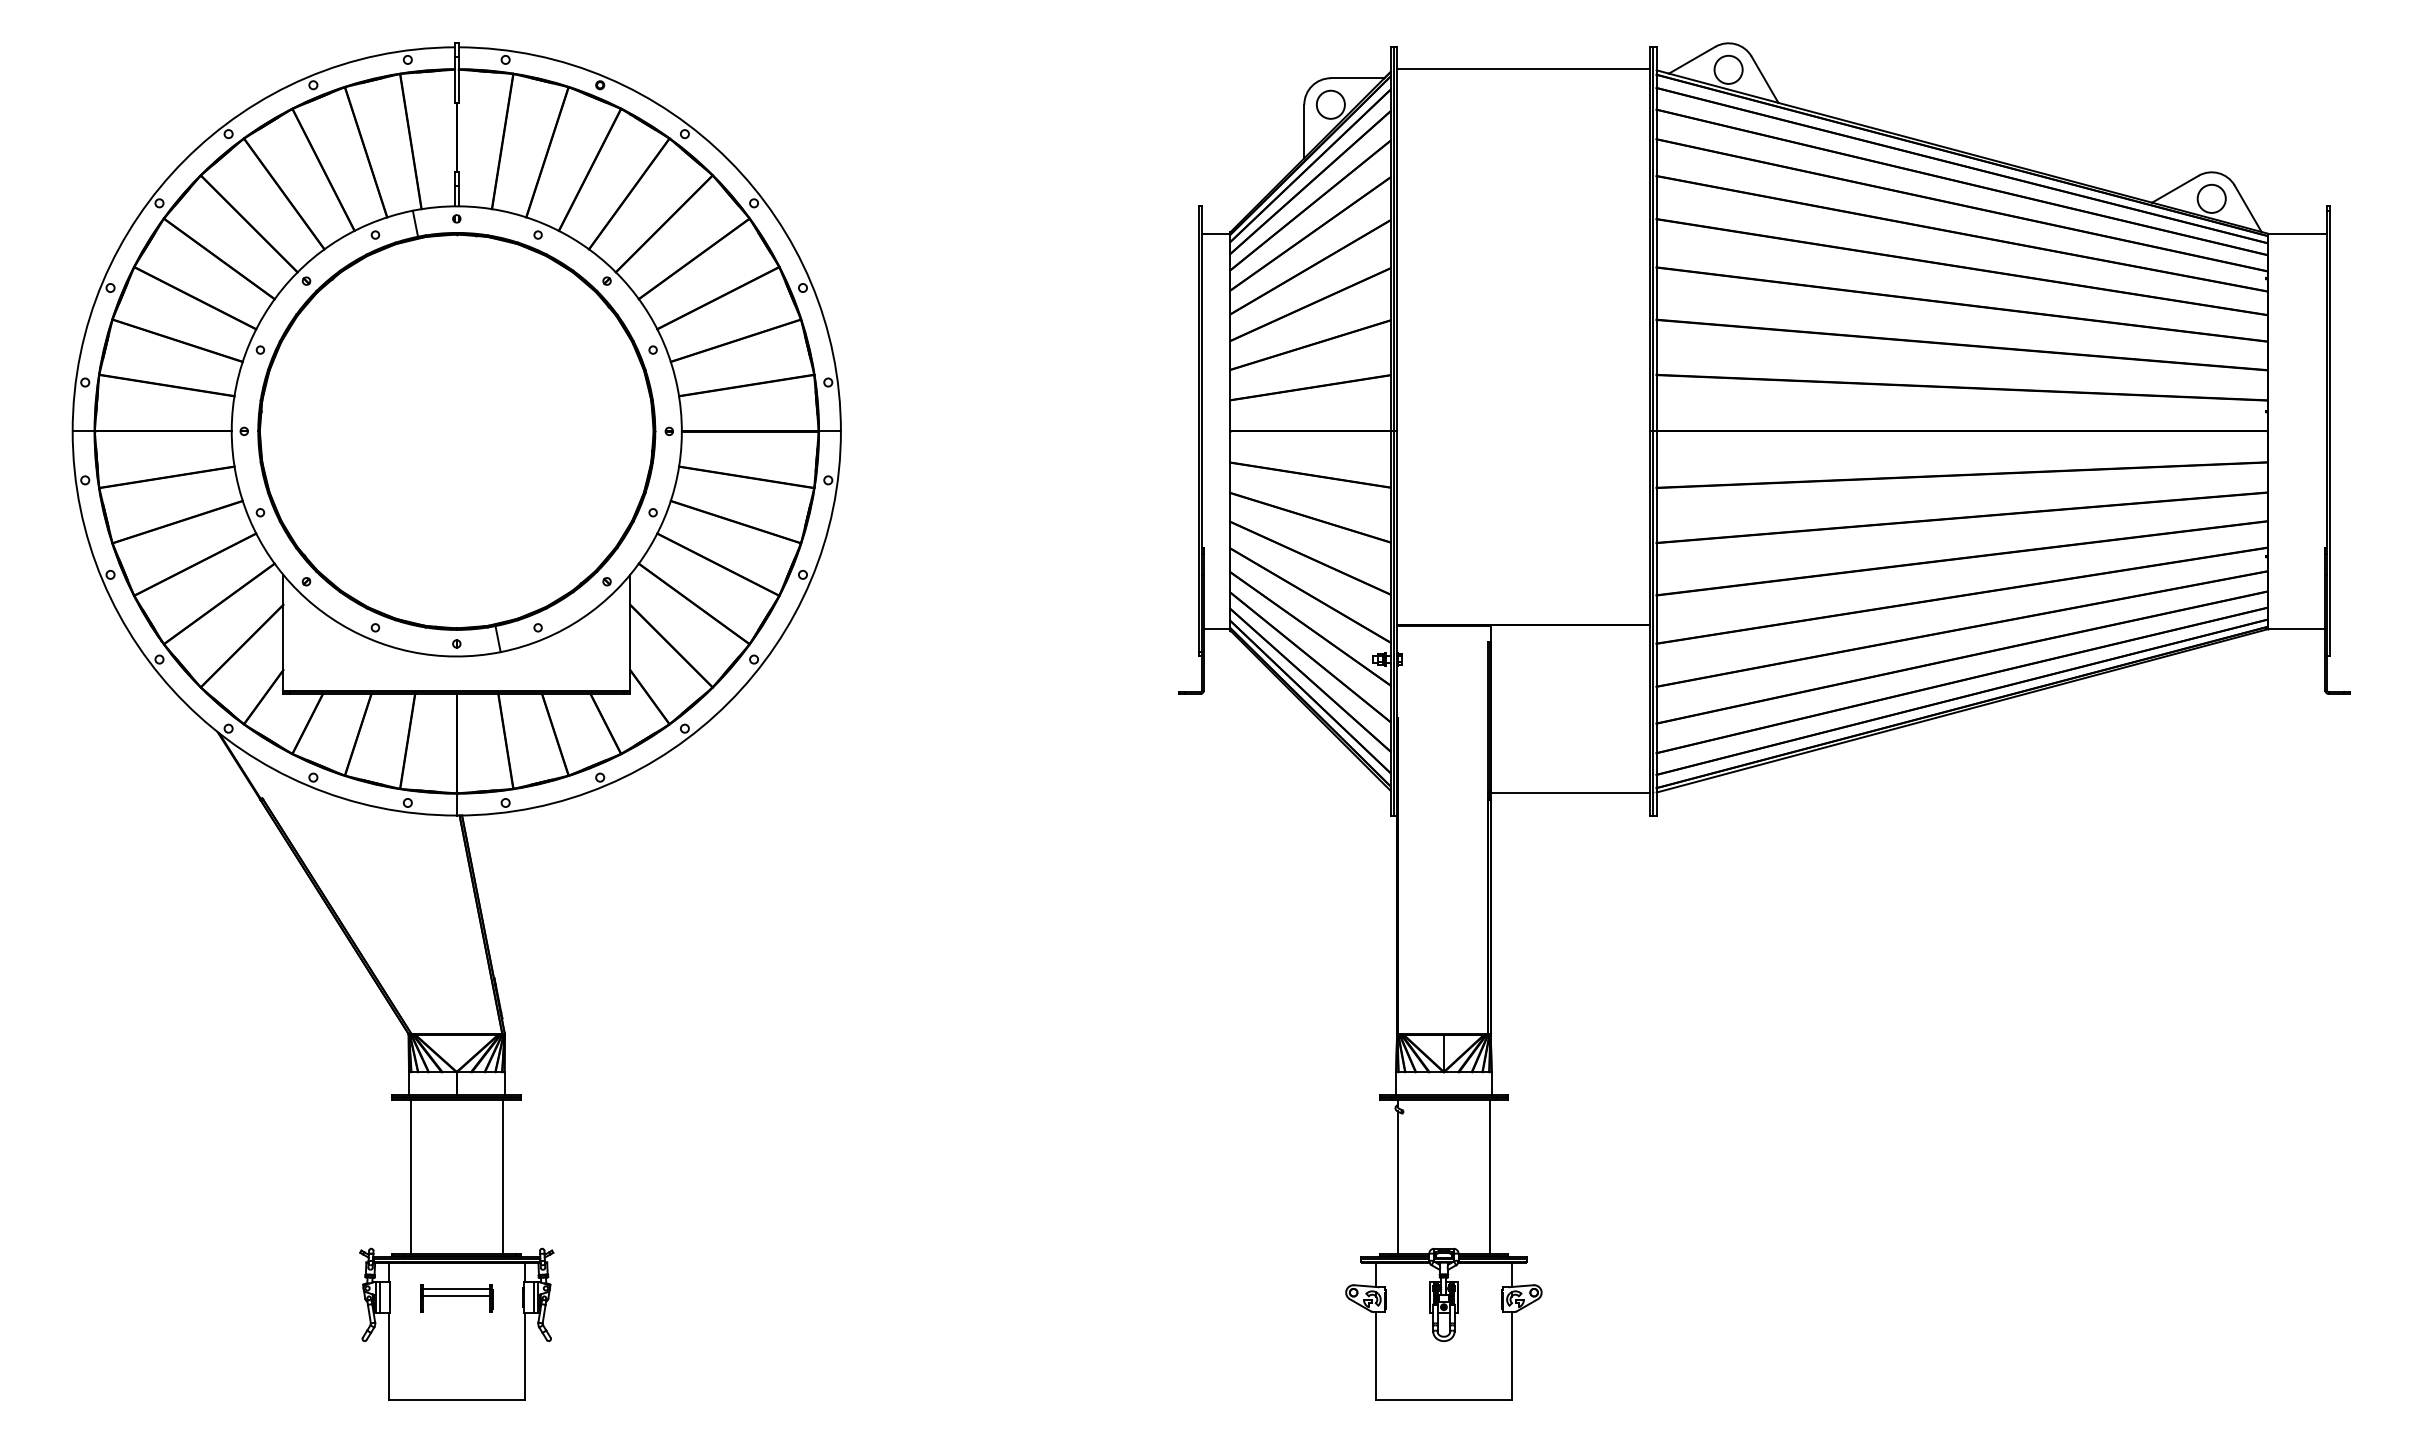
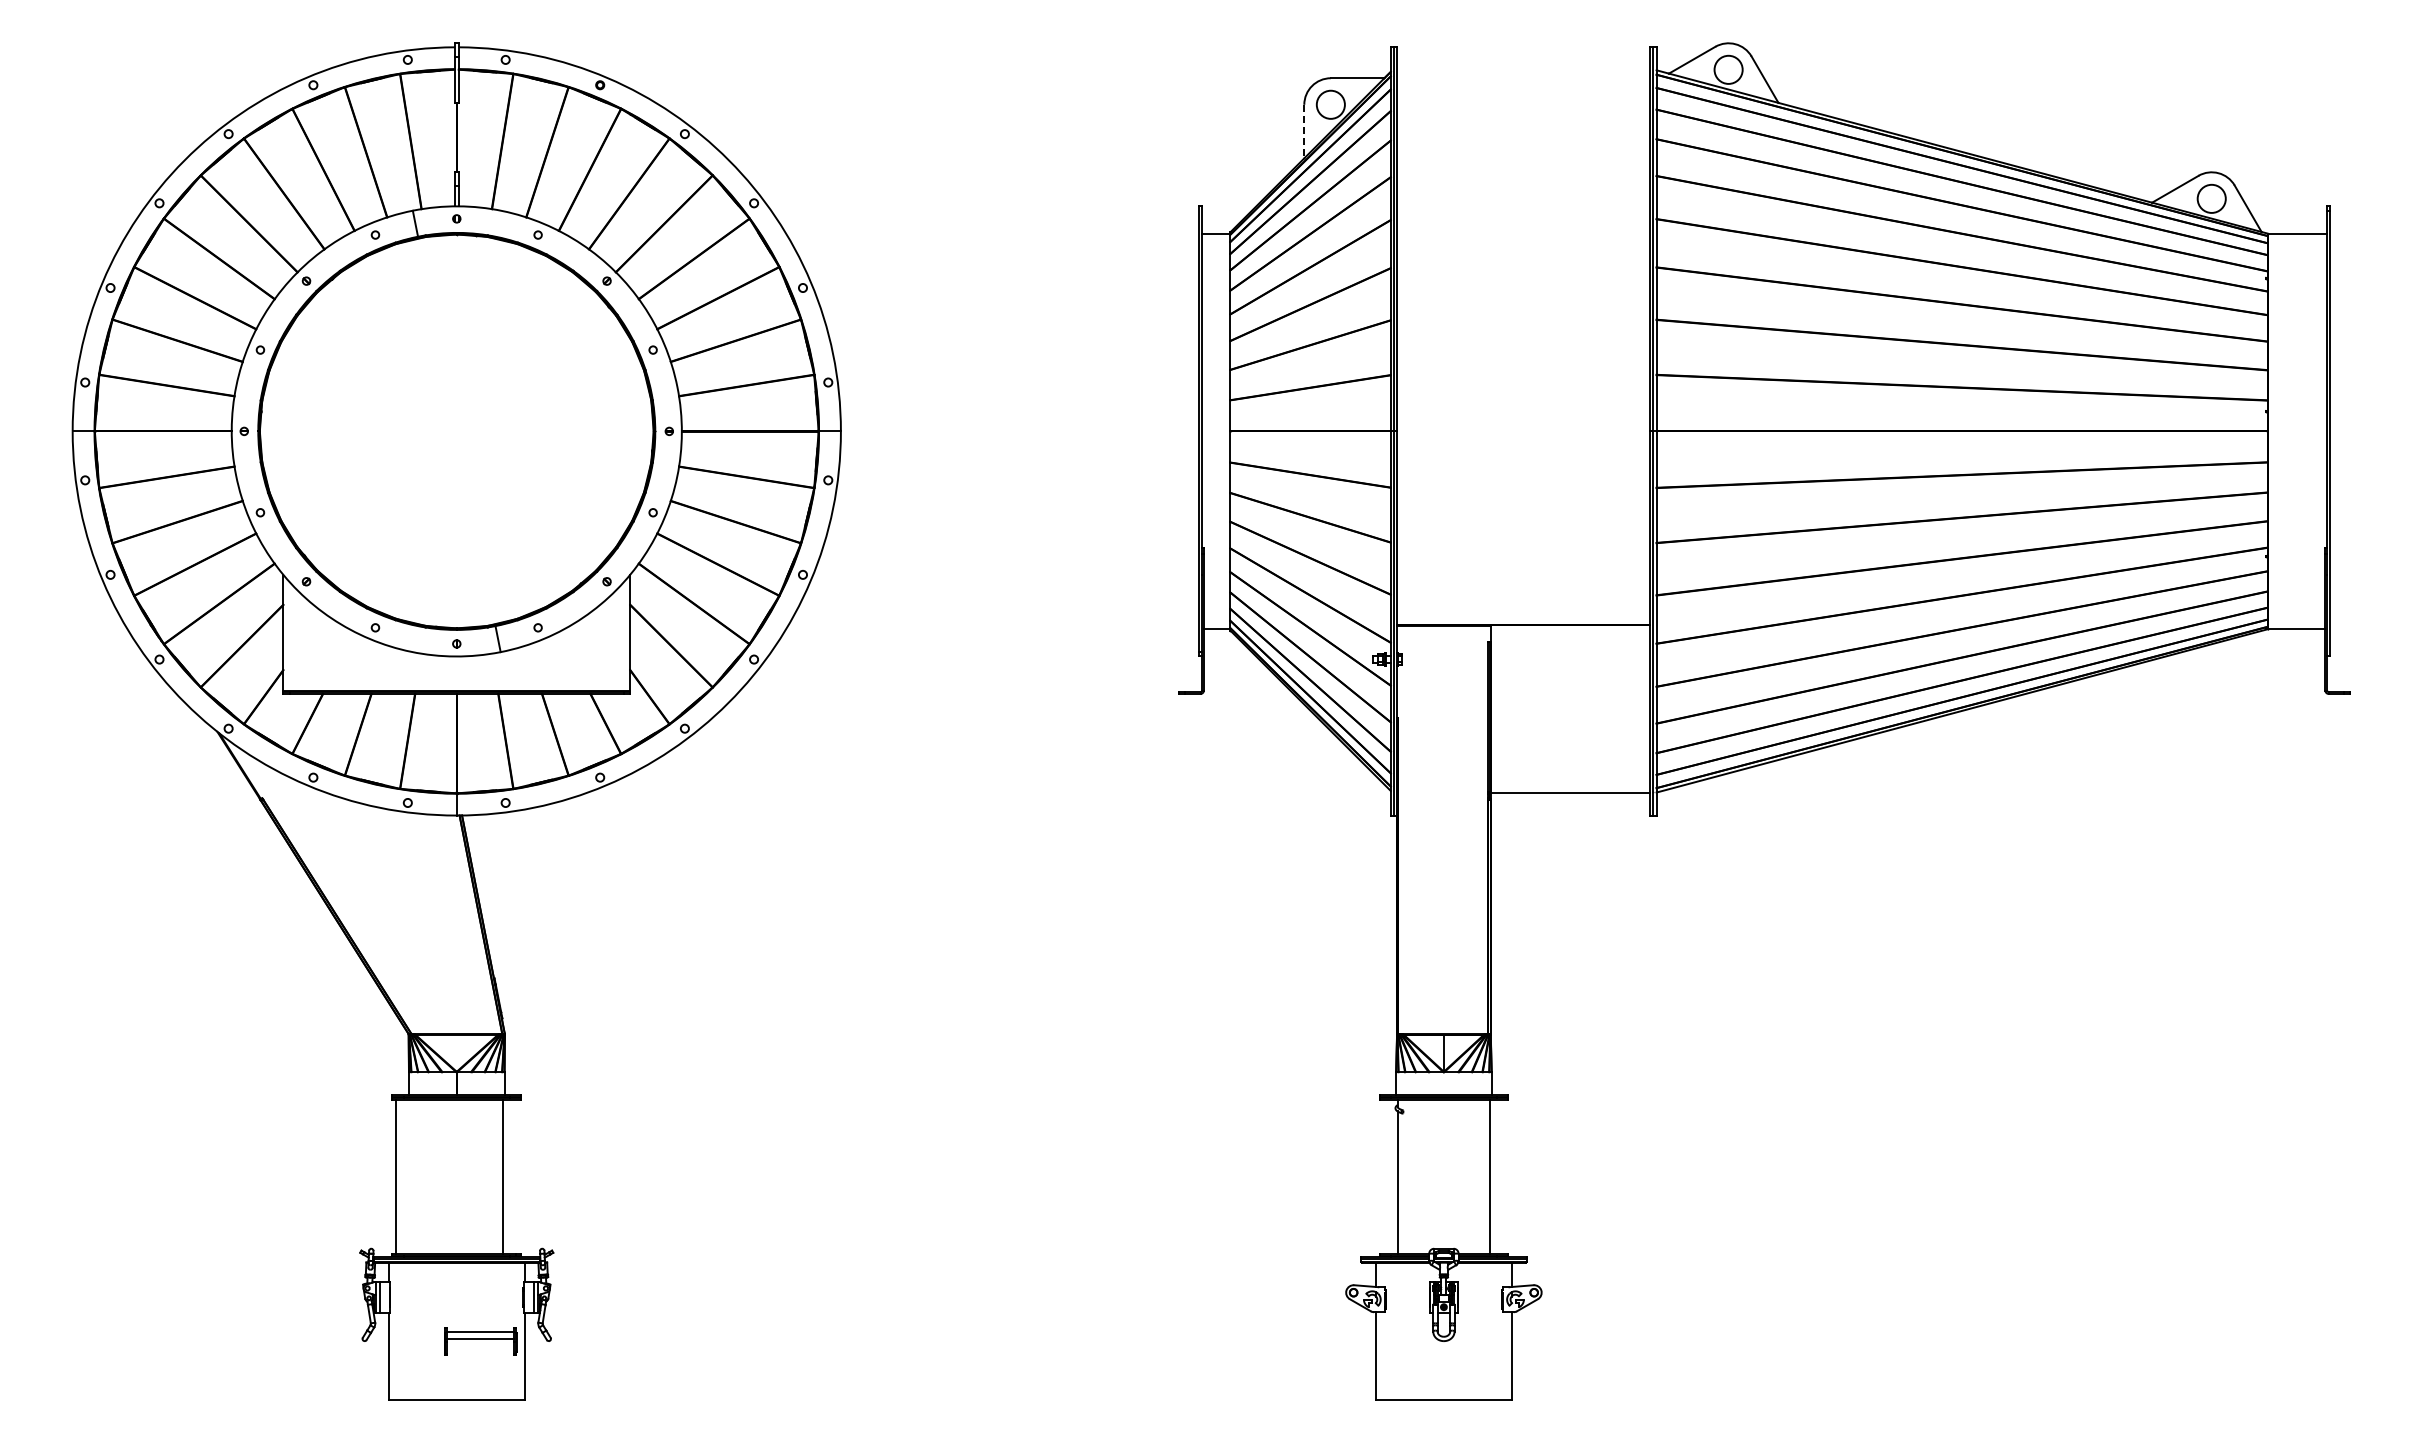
line at (1523, 69): present -> none
line at (1304, 131): solid -> dashed
line at (410, 1176) position: (410, 1176) -> (395, 1176)
part at (456, 1298) position: (456, 1298) -> (480, 1341)
